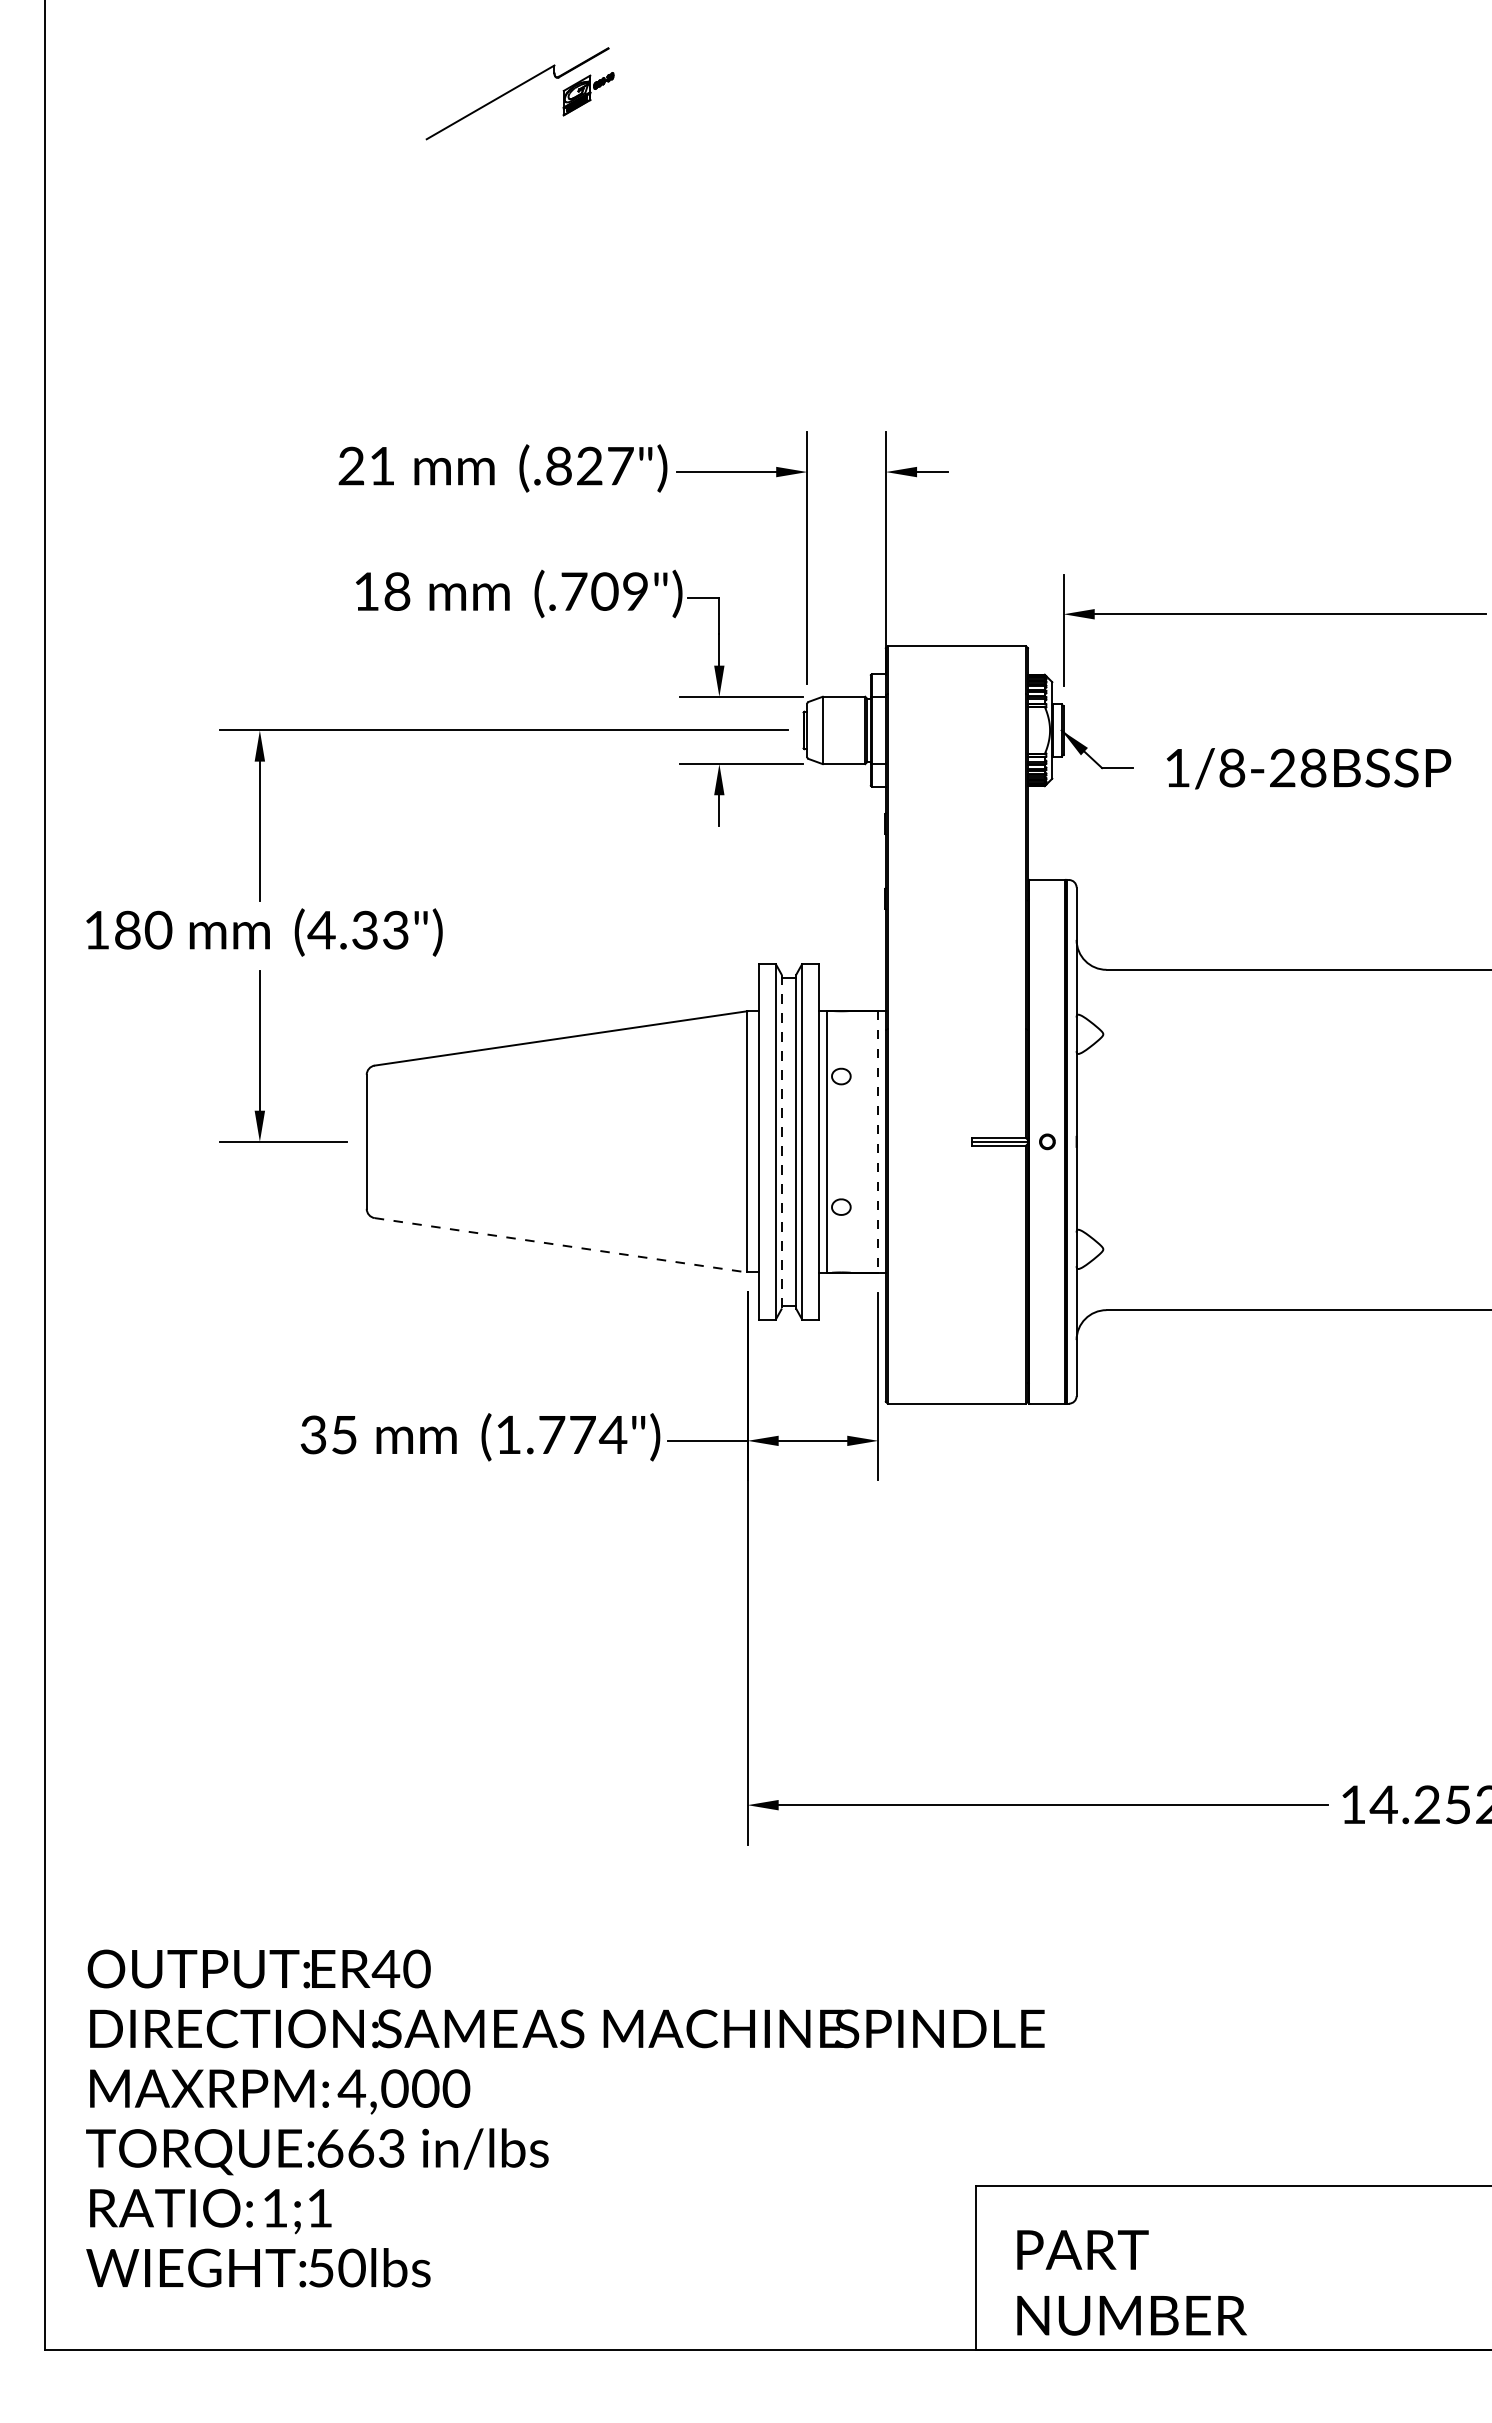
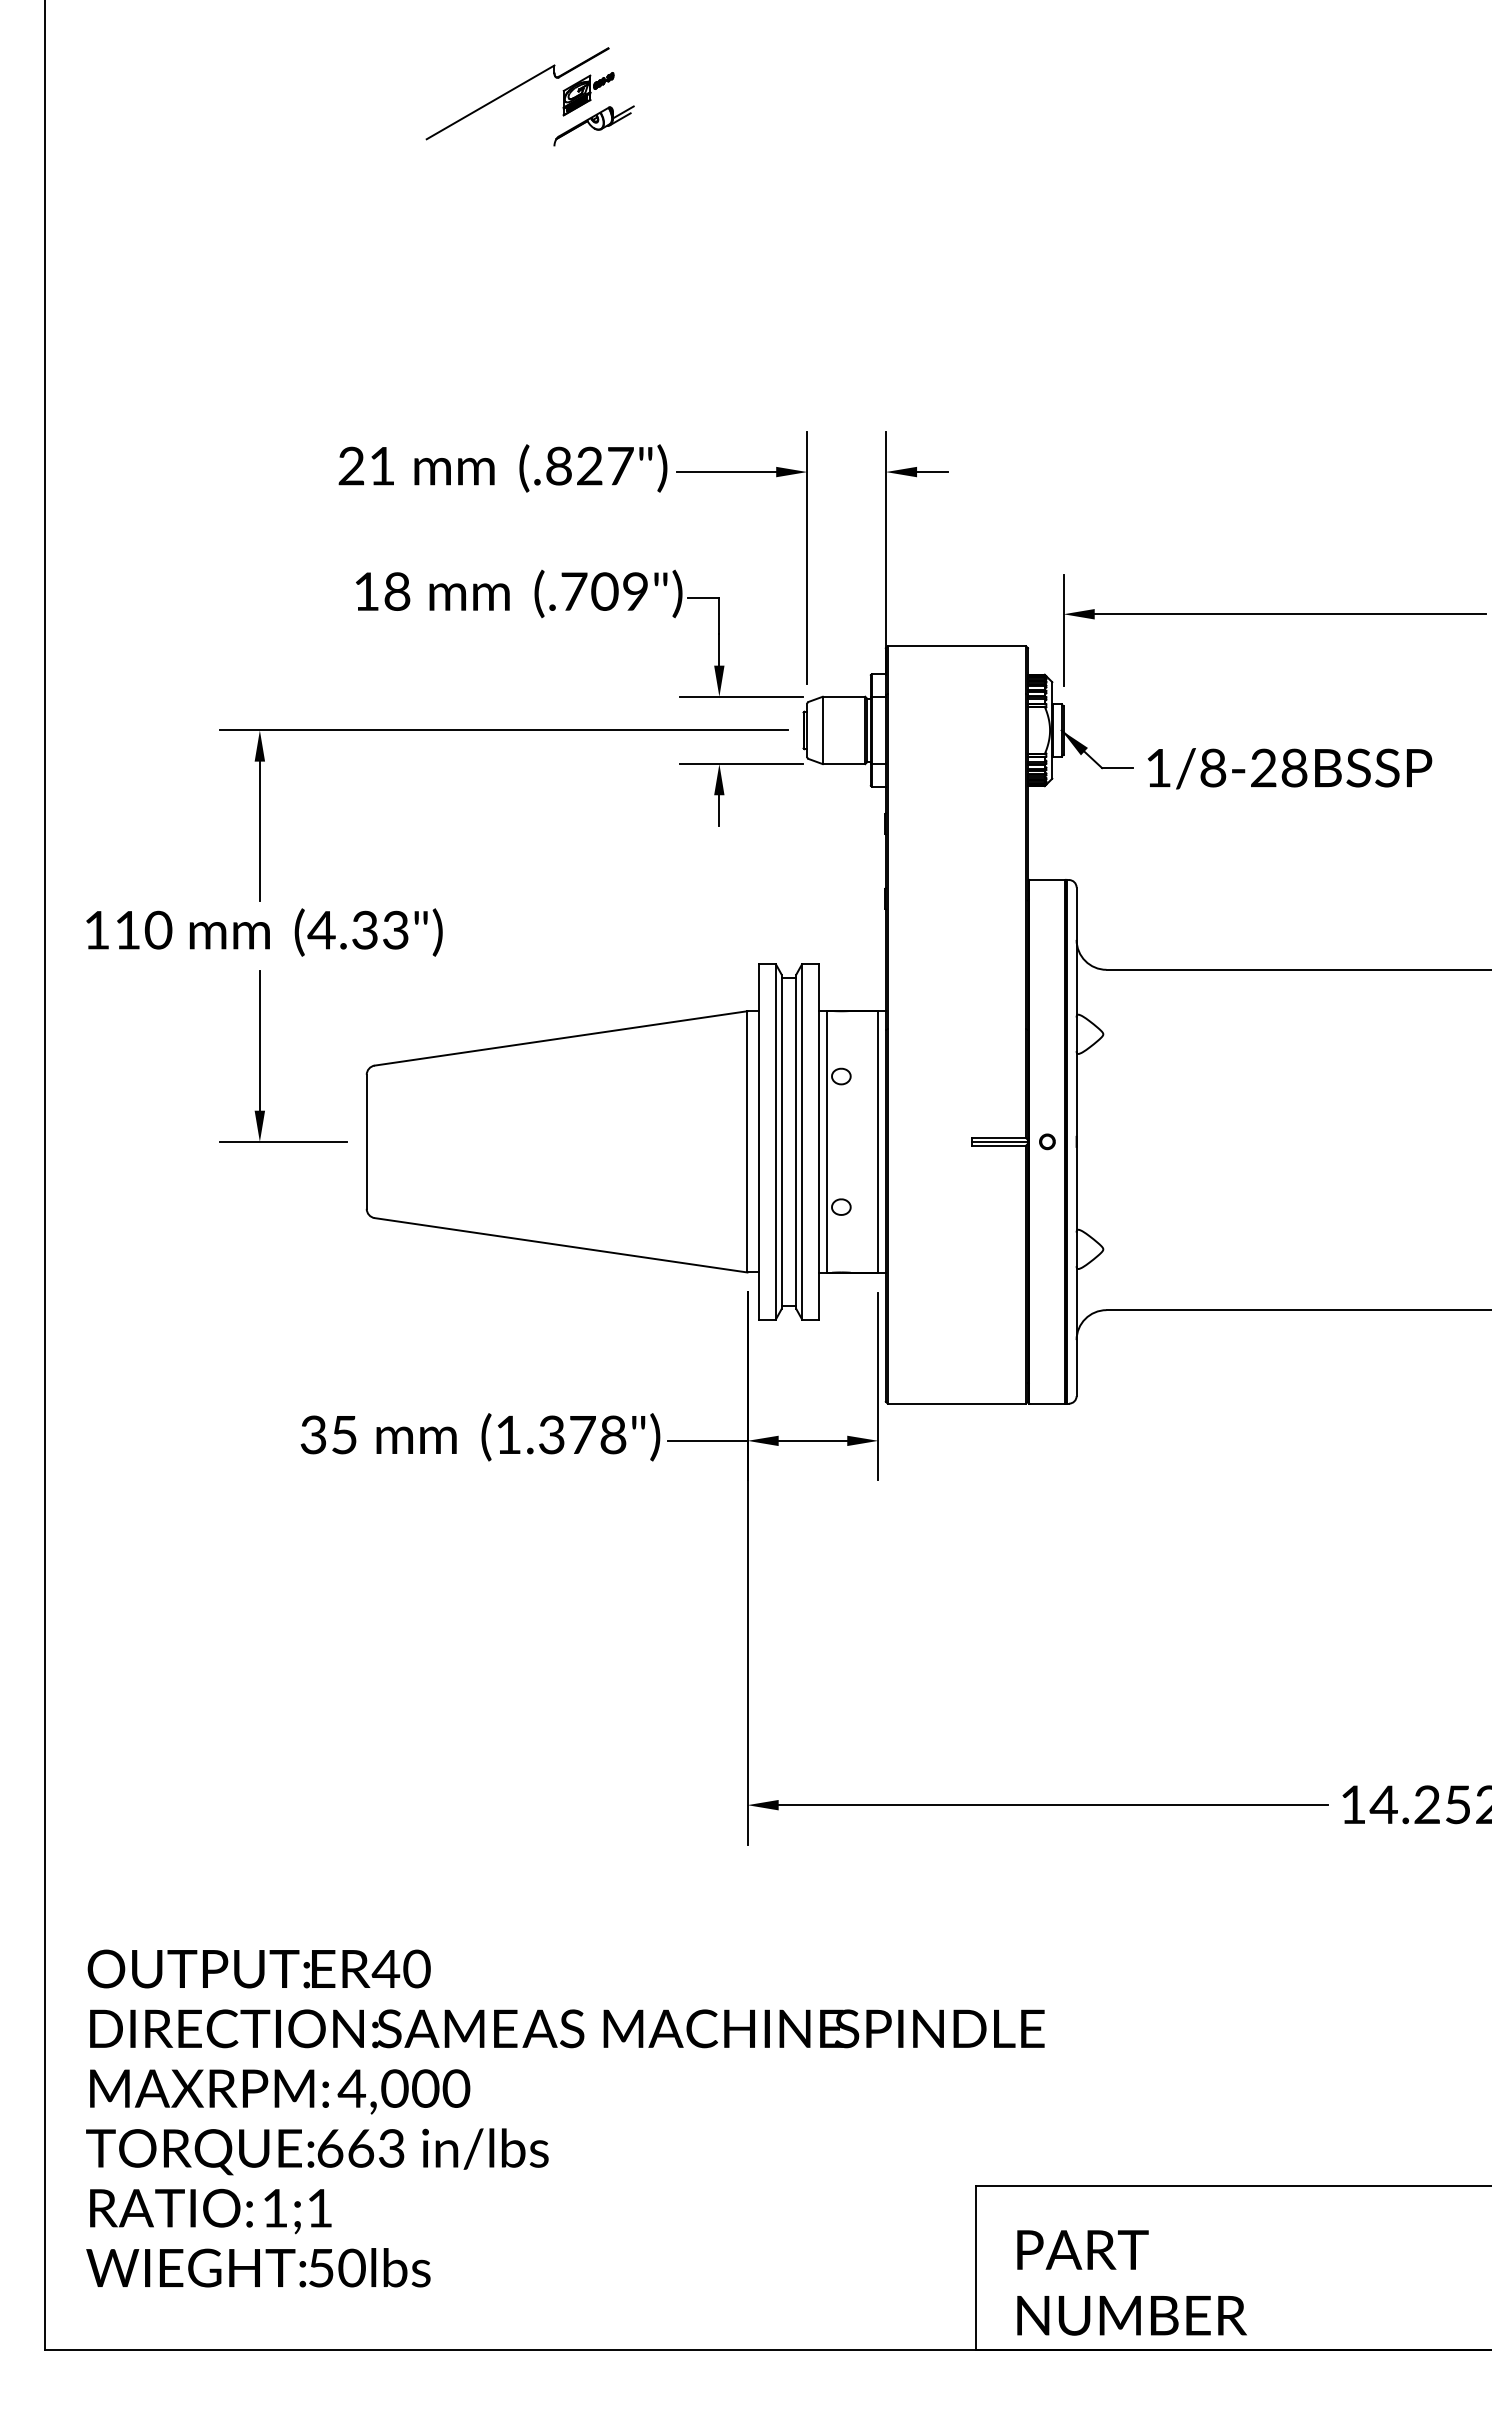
part at (593, 125): none -> present
text at (1309, 768) position: (1309, 768) -> (1290, 768)
text at (127, 929): 180 -> 110
line at (781, 1141): dashed -> solid
line at (878, 1141): dashed -> solid
line at (561, 1245): dashed -> solid
text at (583, 1434): (1.774") -> (1.378")
